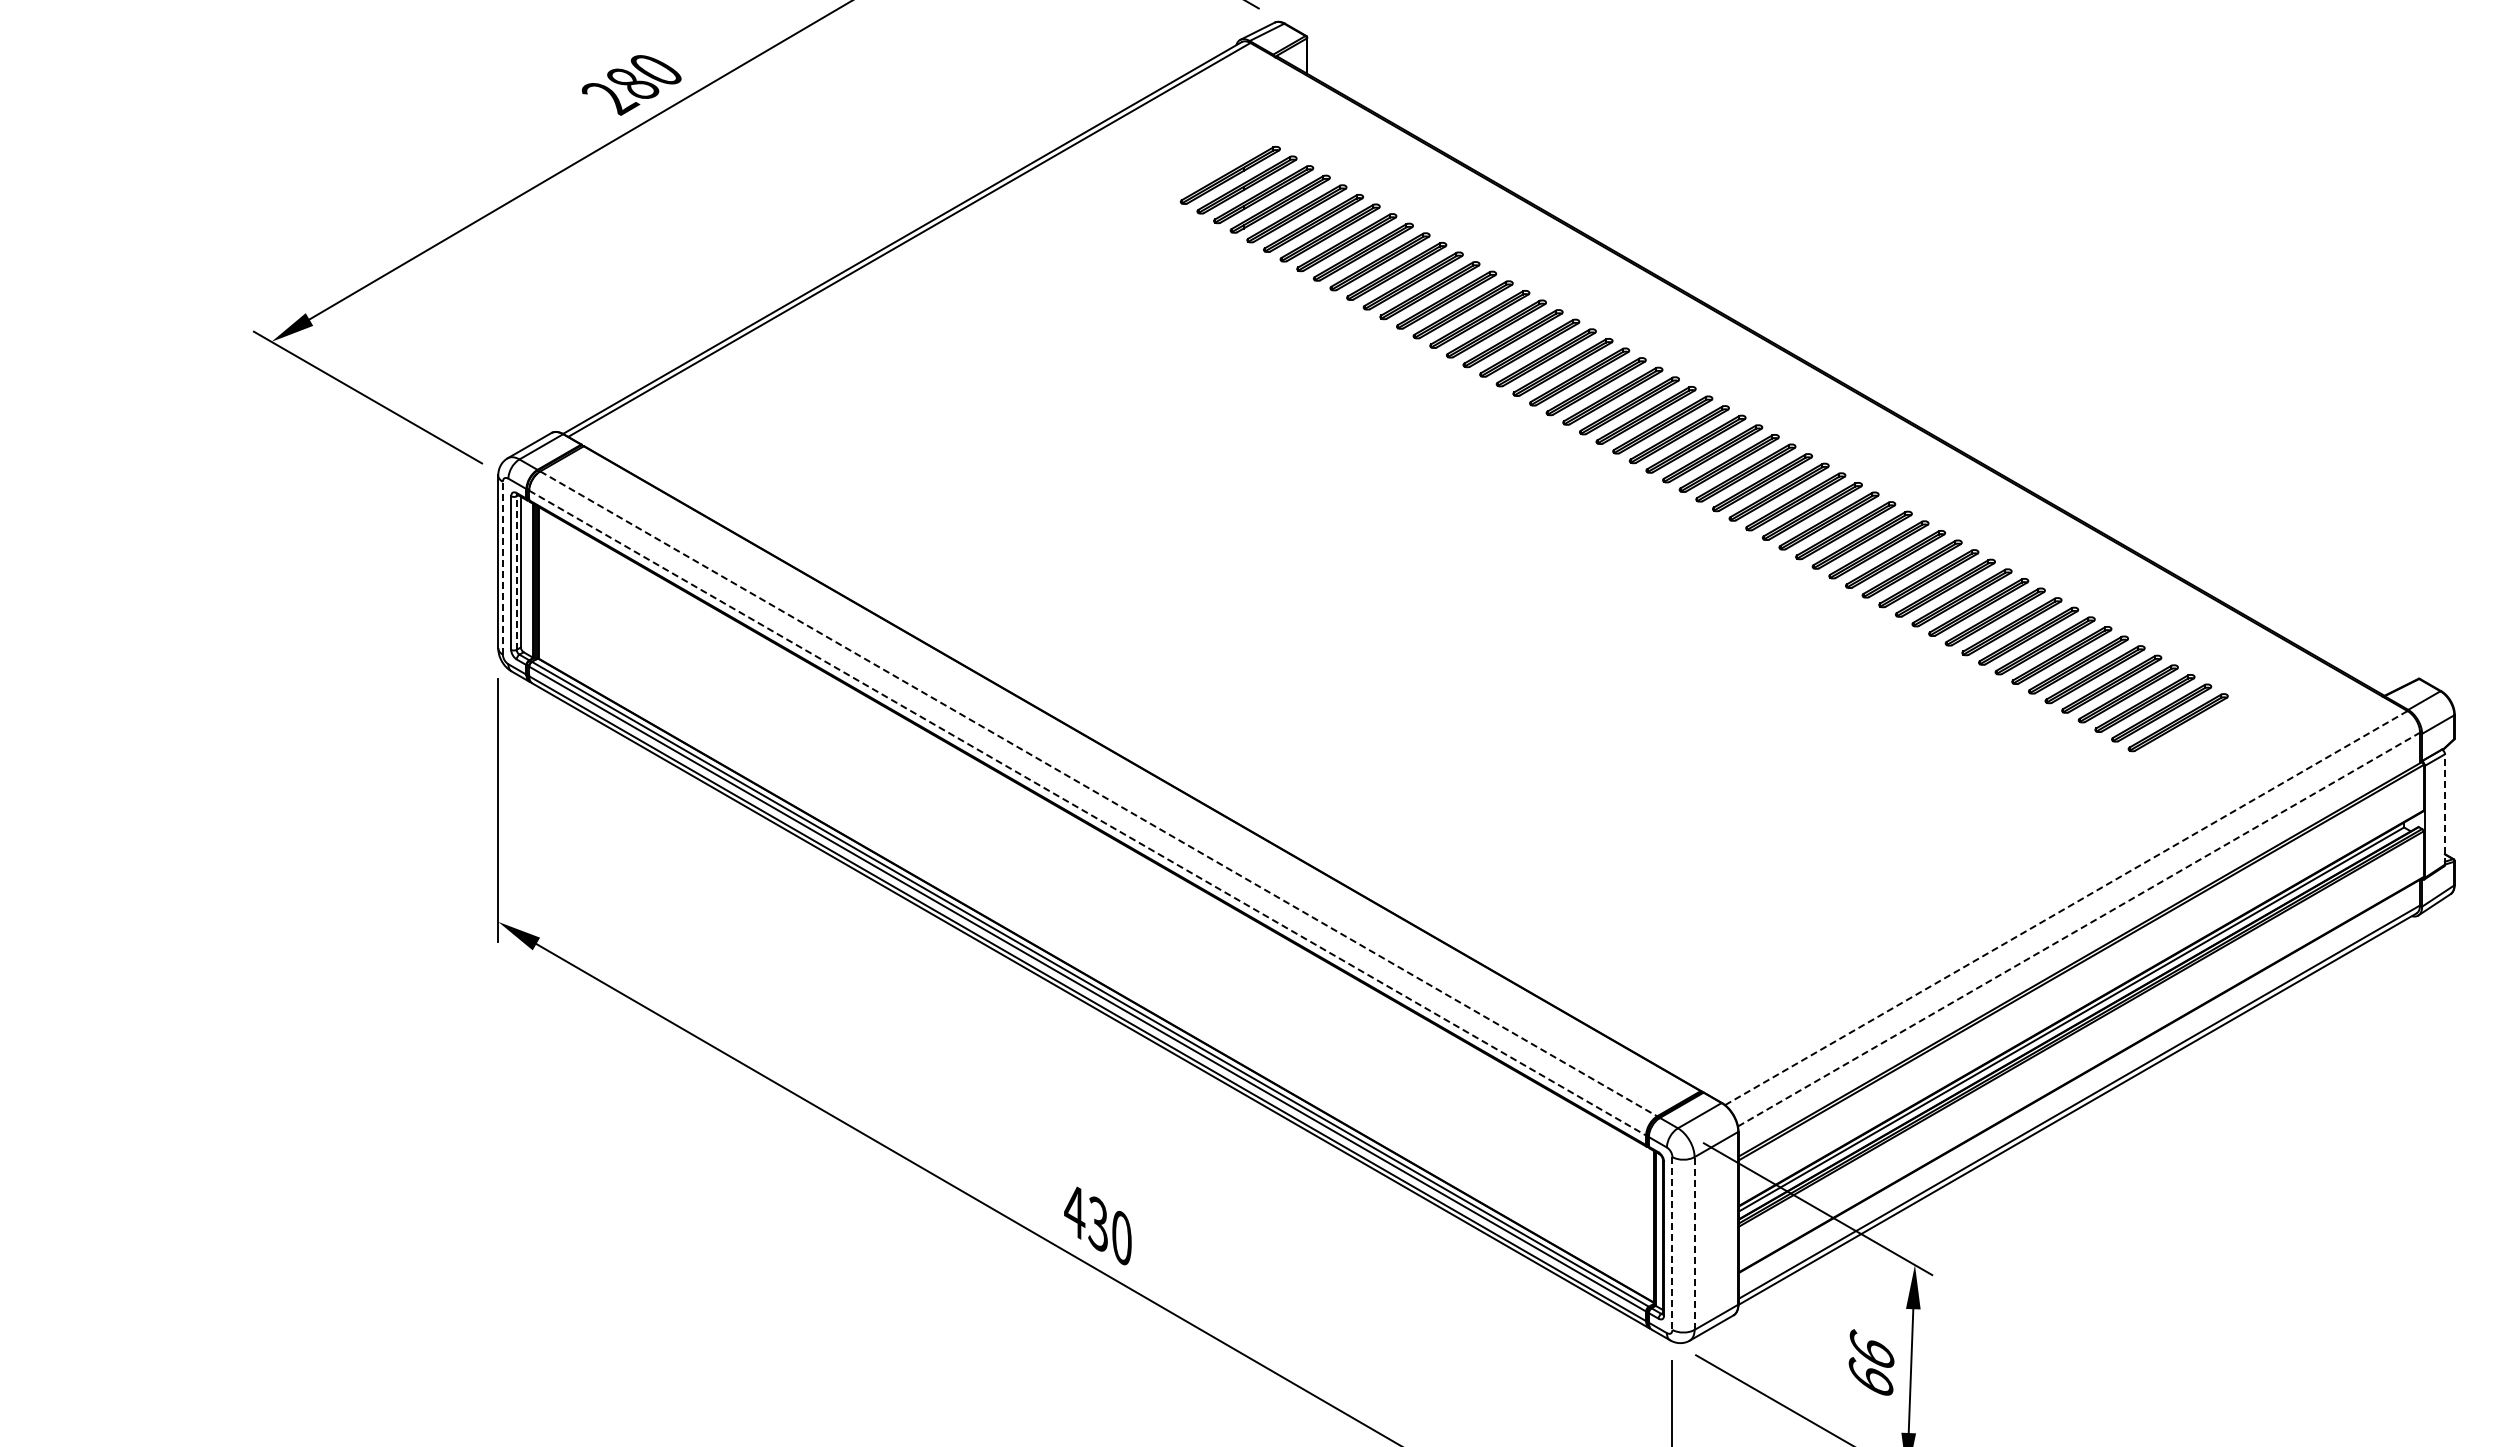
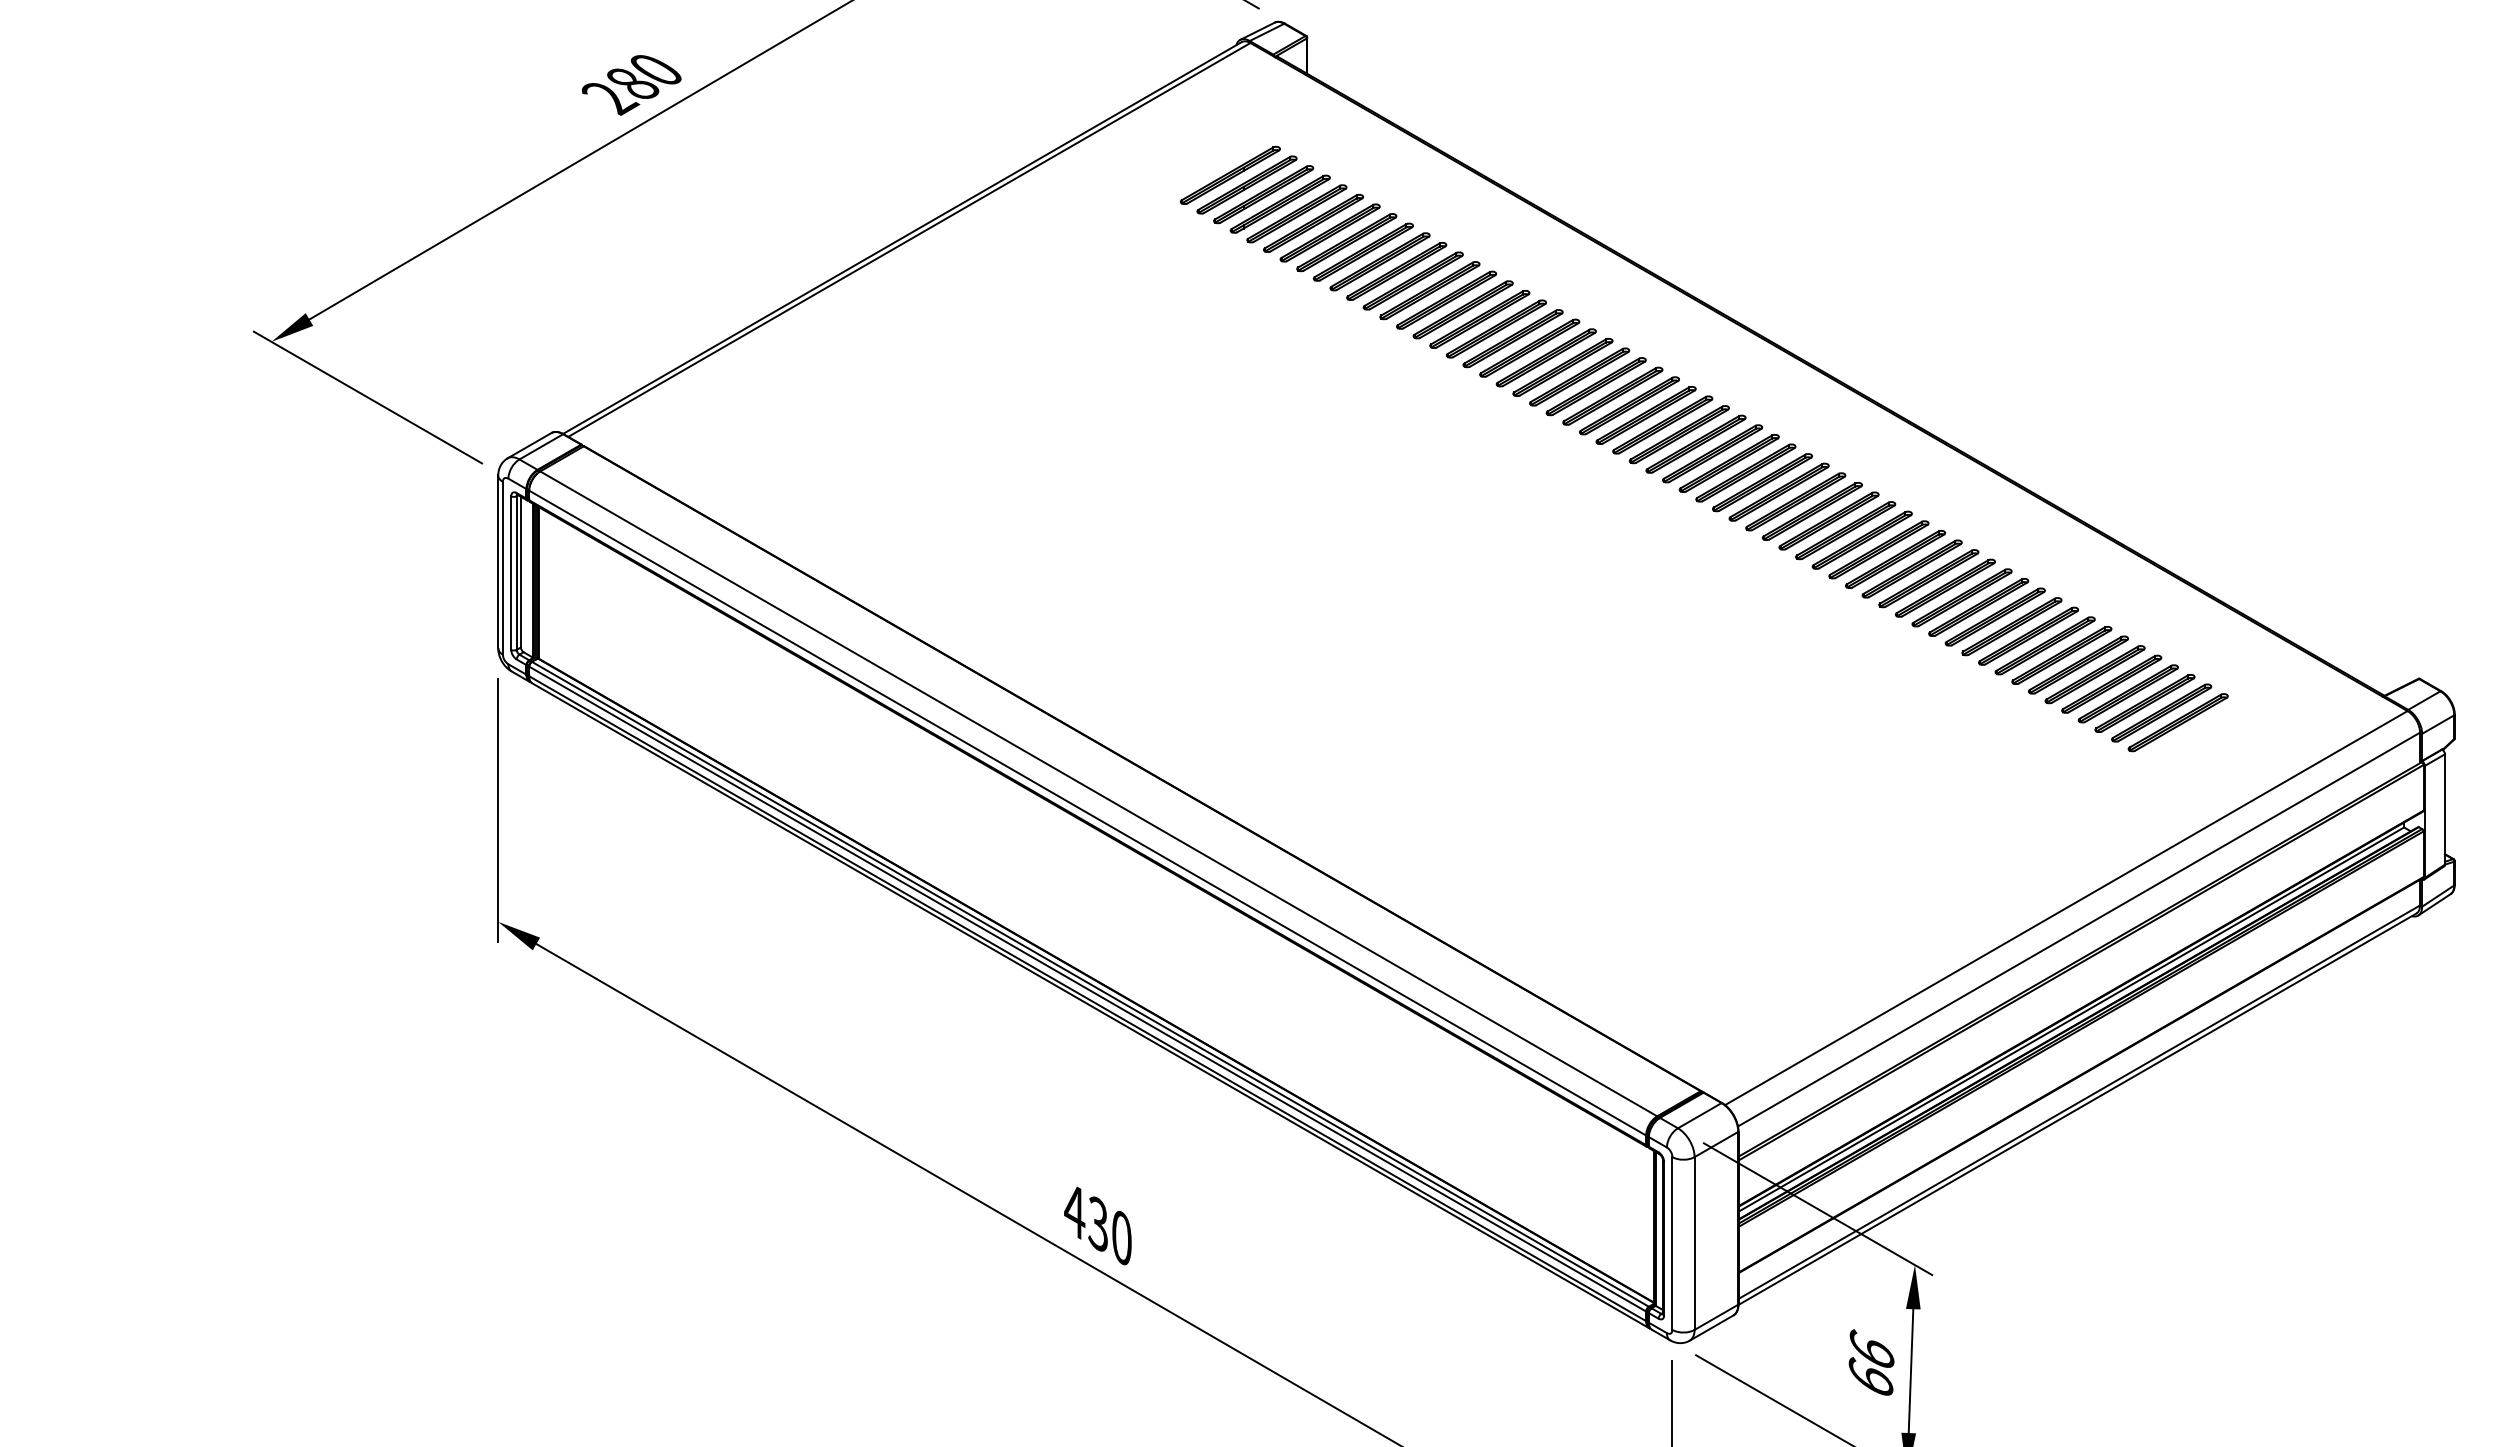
line at (502, 567): dashed -> solid
line at (516, 573): dashed -> solid
line at (1098, 793): dashed -> solid
line at (2444, 808): dashed -> solid
line at (1087, 813): dashed -> solid
line at (2066, 907): dashed -> solid
line at (2079, 929): dashed -> solid
line at (1694, 1243): dashed -> solid
line at (1672, 1244): dashed -> solid
